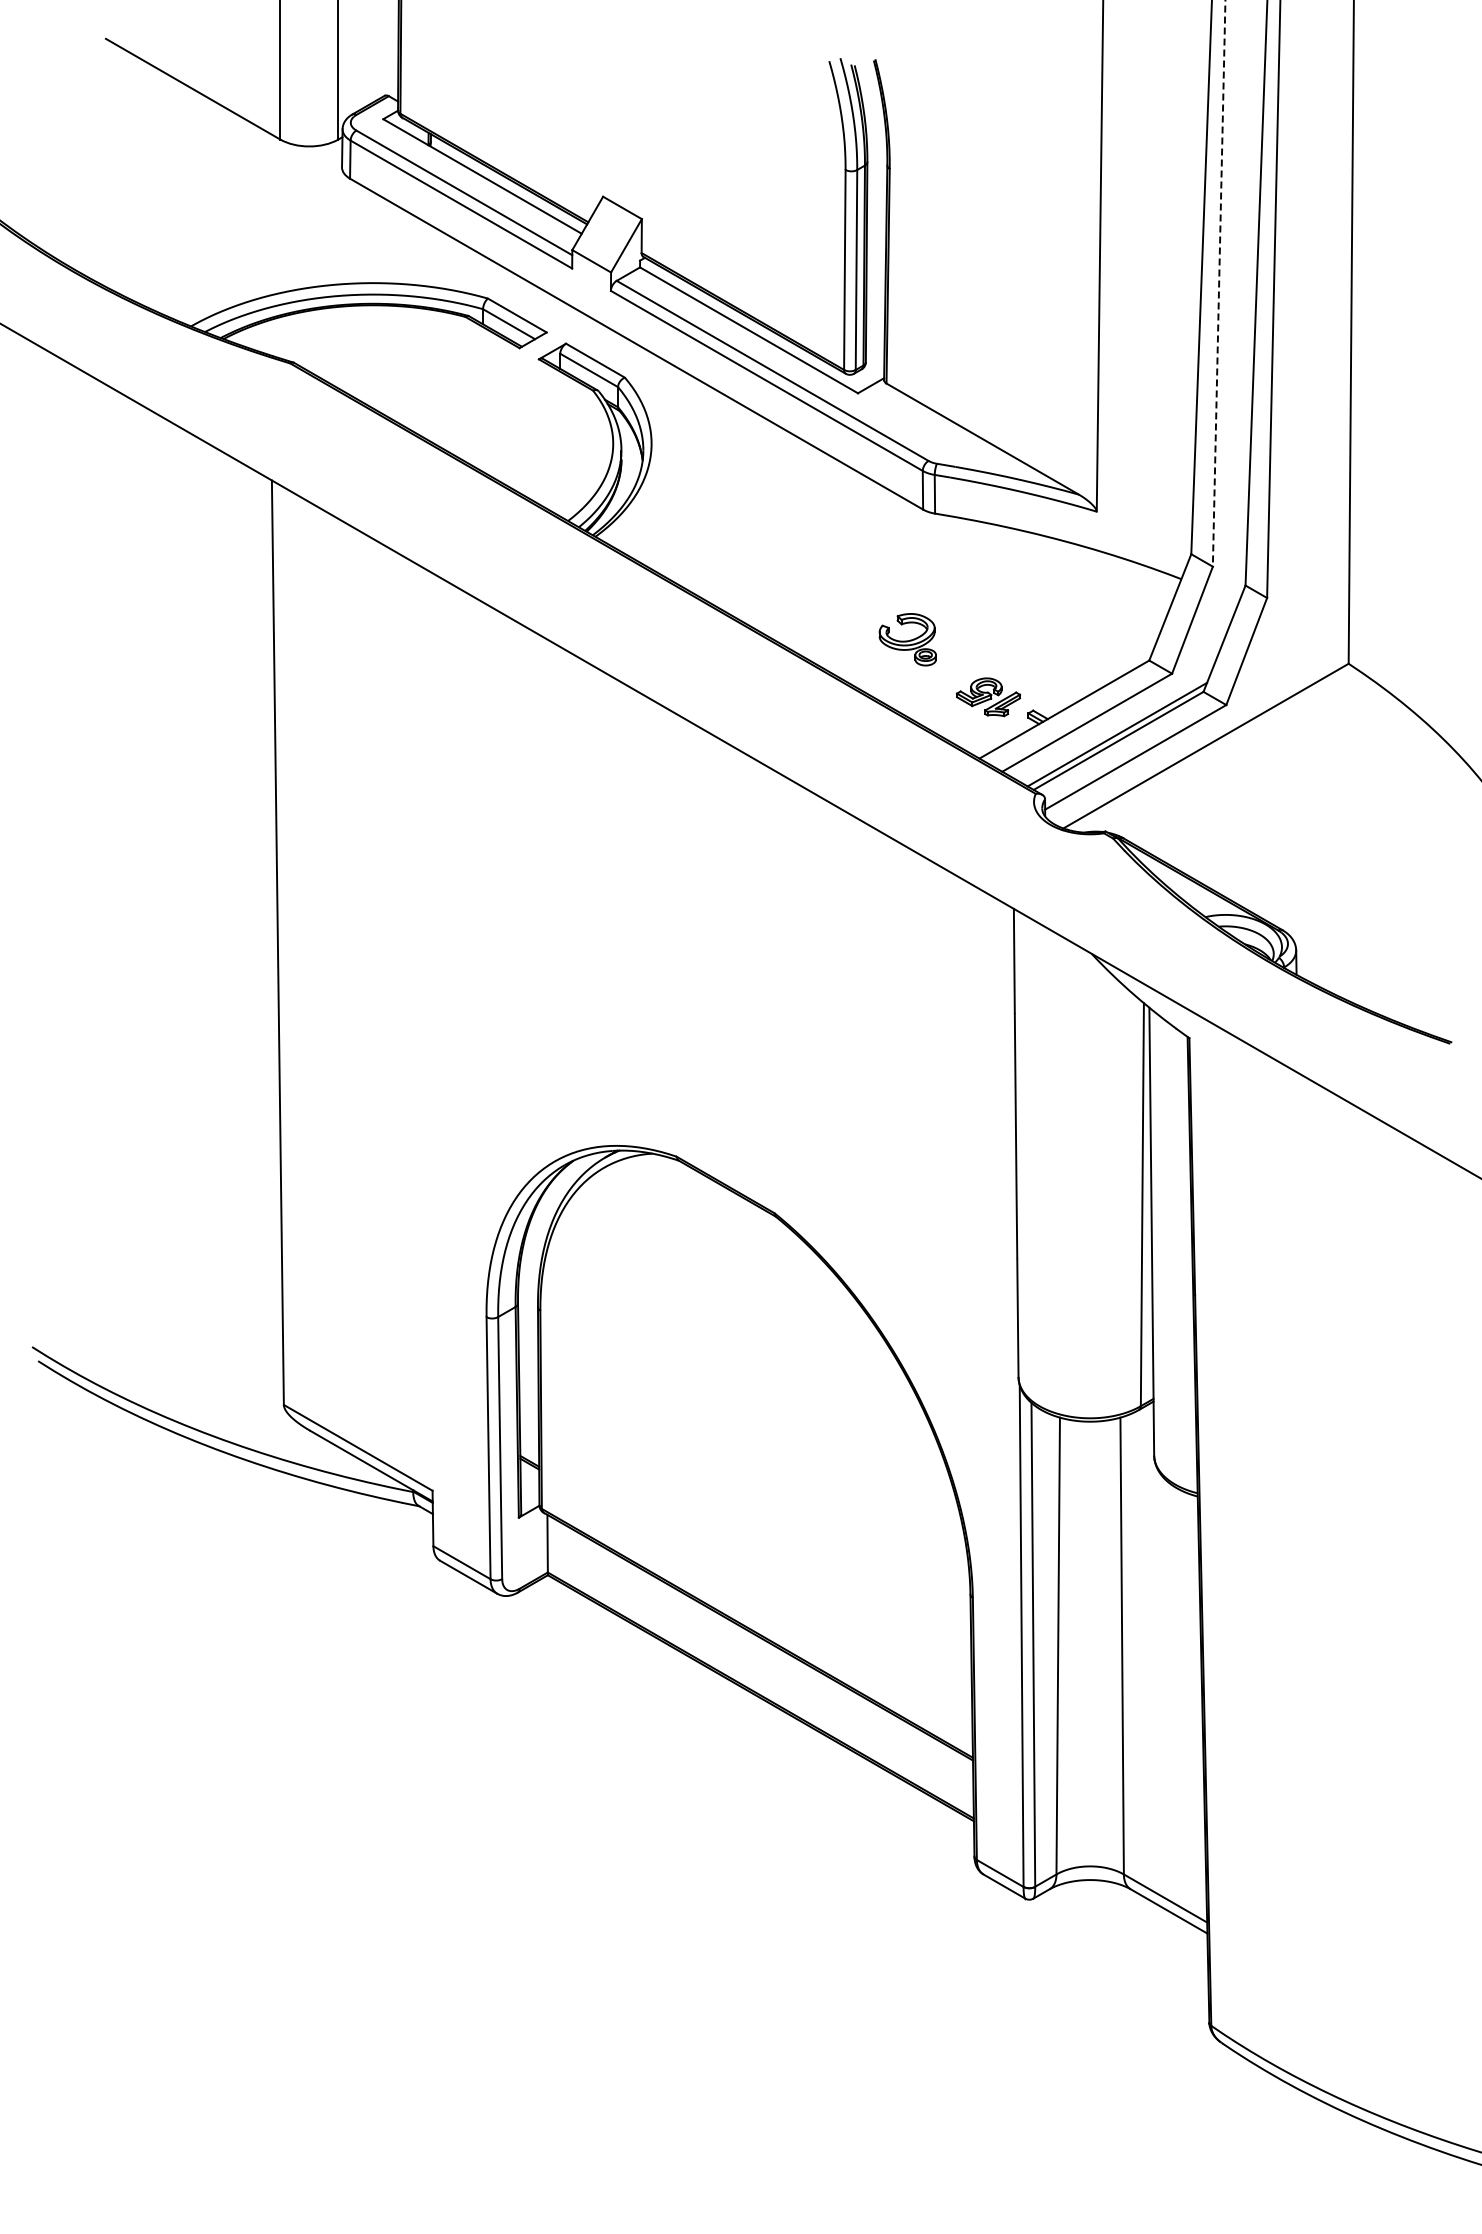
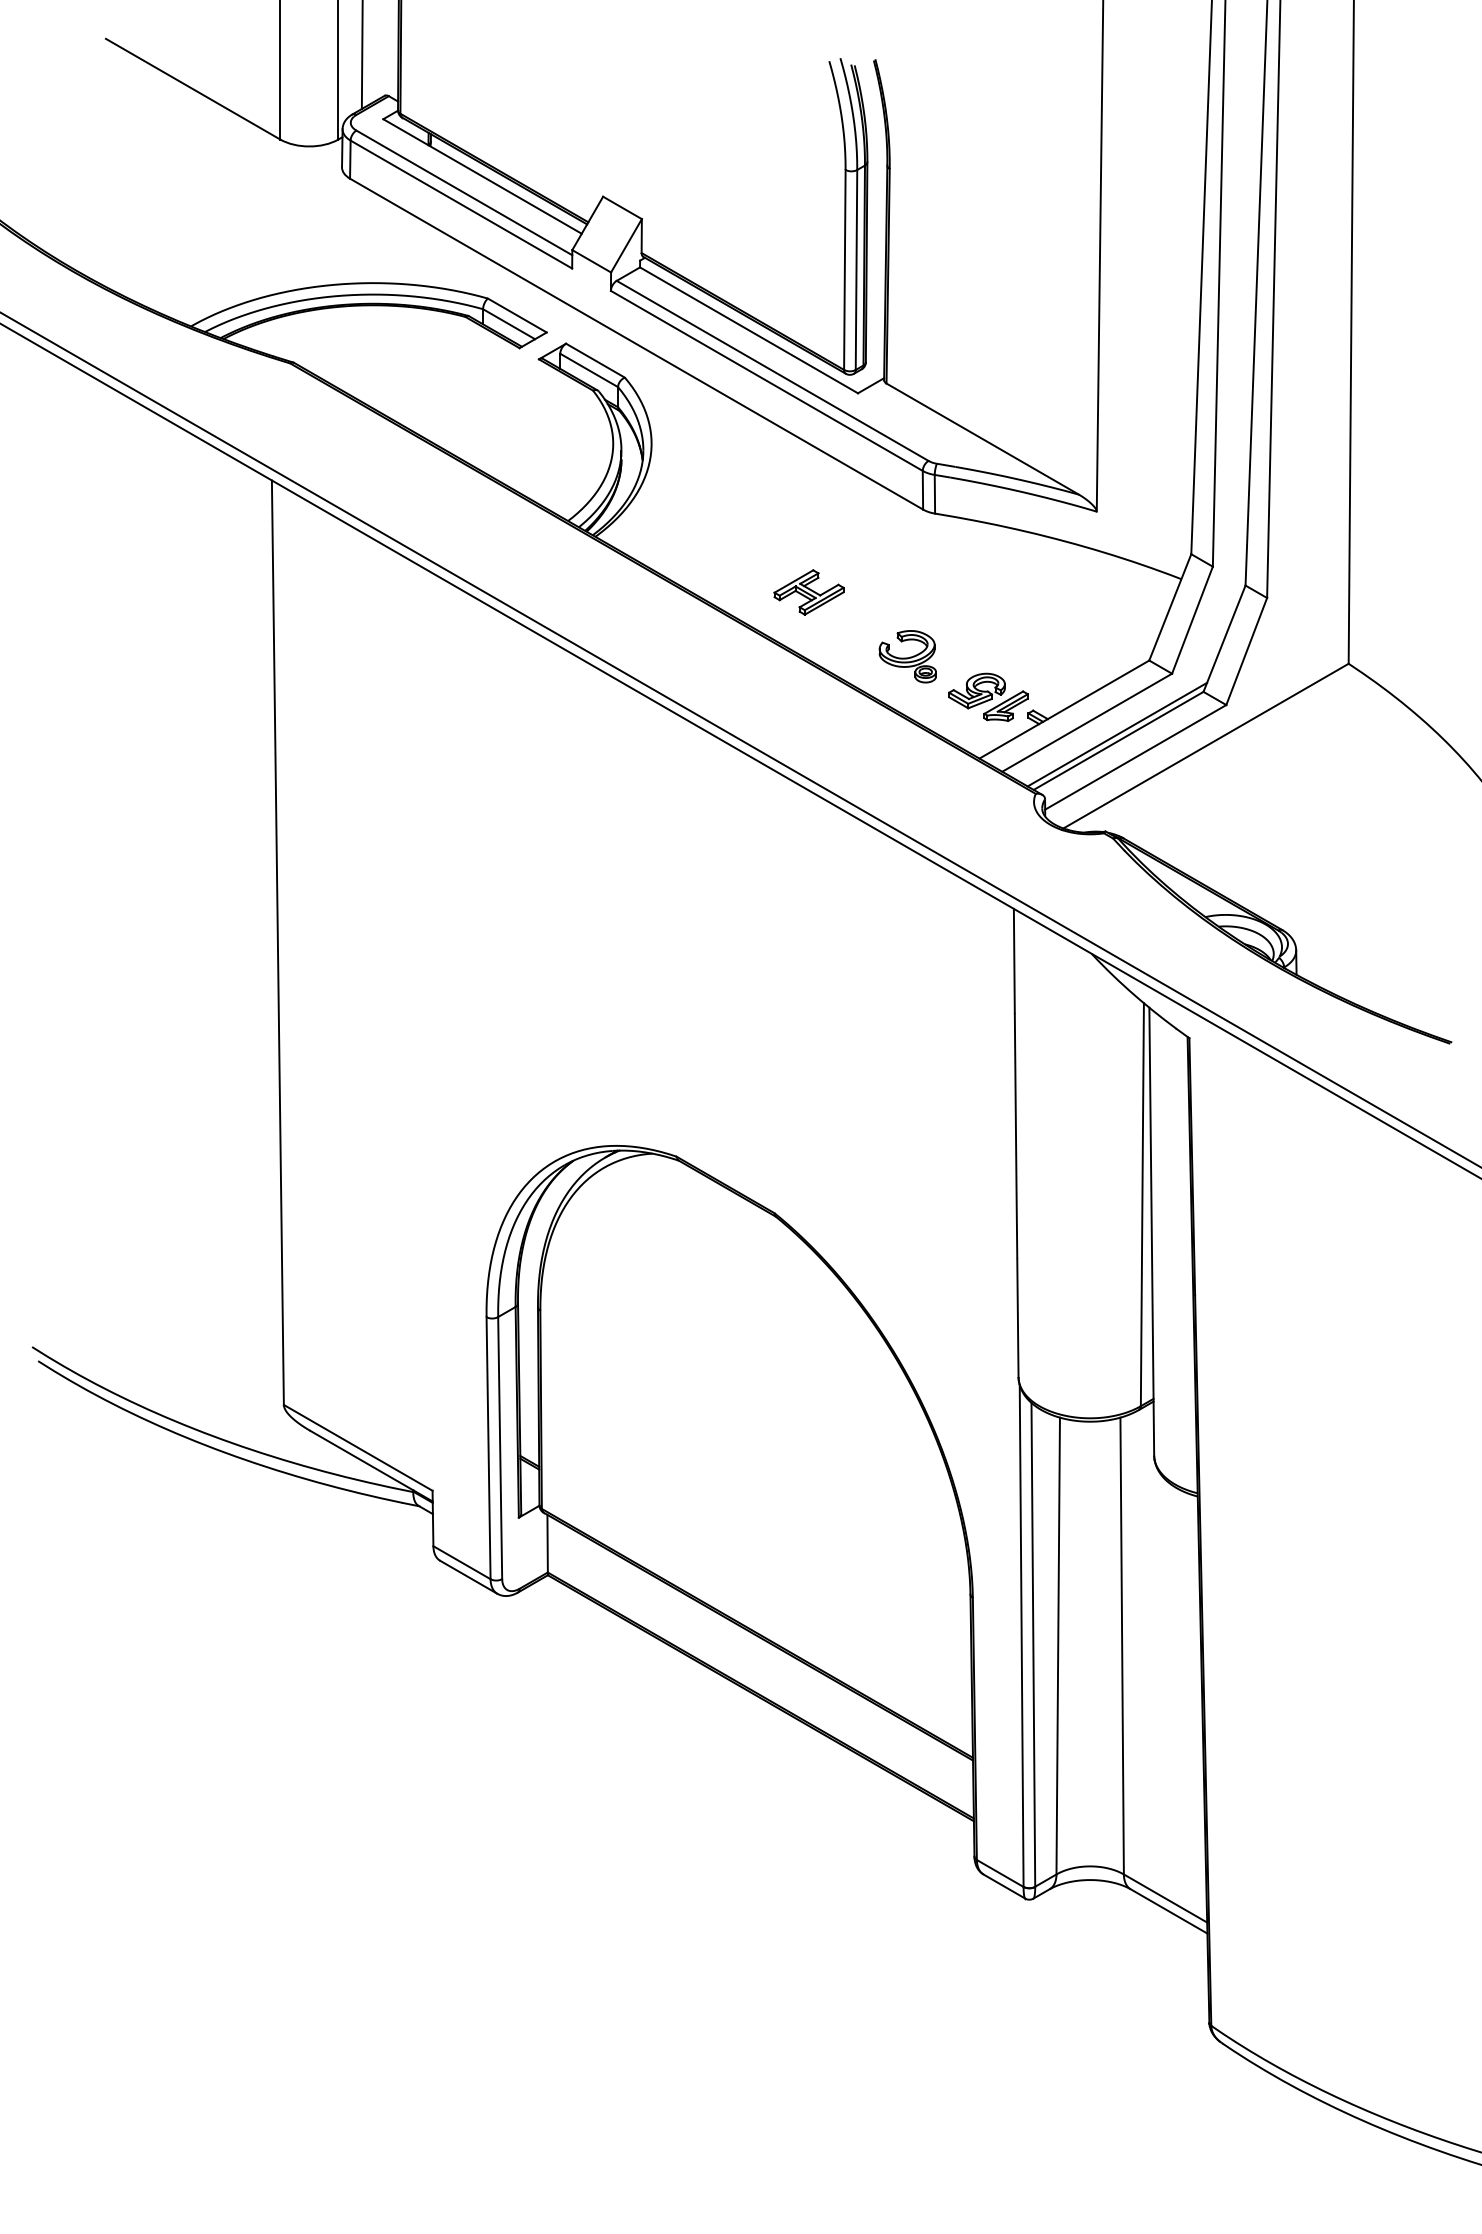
line at (361, 55): none -> present
line at (1219, 284): dashed -> solid
part at (808, 592): none -> present
part at (907, 639) position: (907, 639) -> (907, 656)
part at (988, 697) size: 67x41 px -> 81x50 px
line at (740, 739): none -> present
